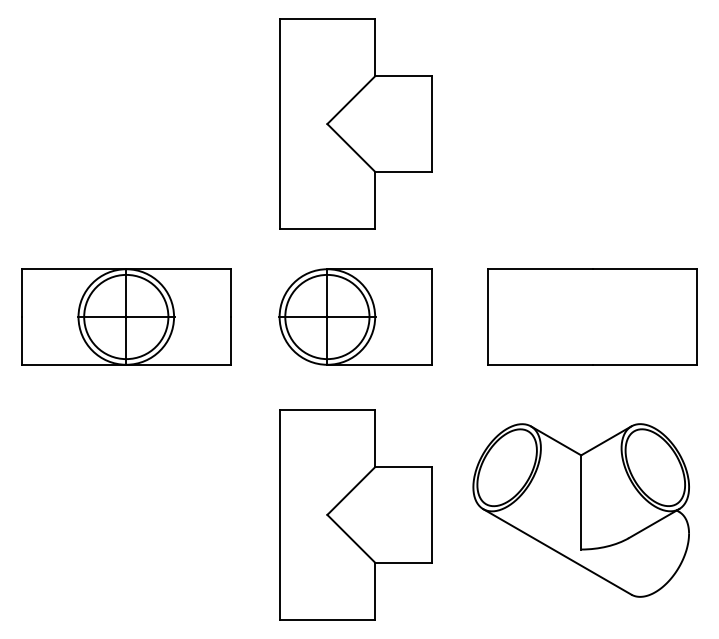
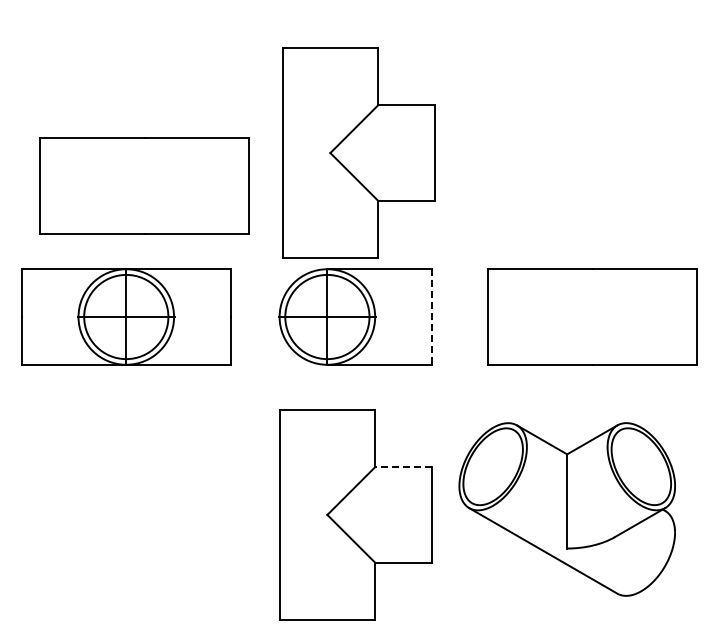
part at (355, 123) position: (355, 123) -> (358, 152)
part at (144, 185): none -> present
line at (432, 317): solid -> dashed
line at (403, 467): solid -> dashed
part at (580, 510) position: (580, 510) -> (566, 509)
